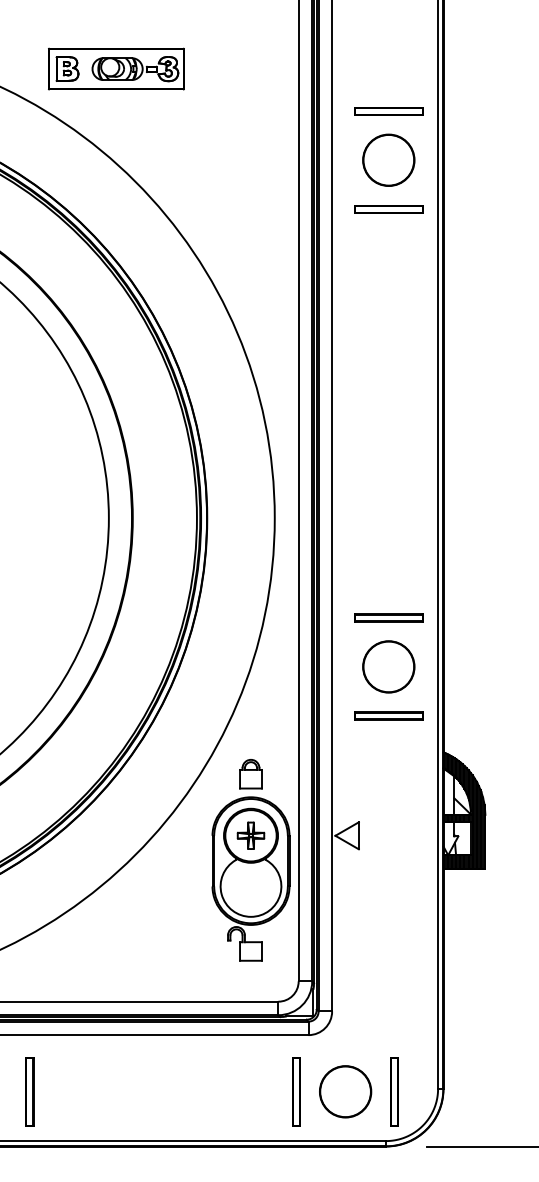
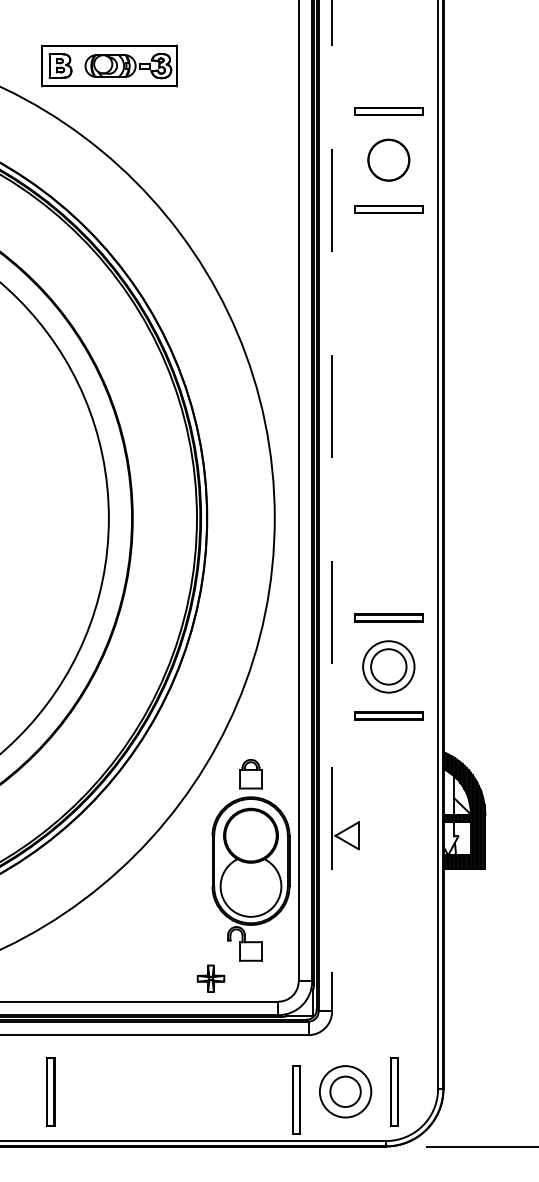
part at (116, 68) position: (116, 68) -> (109, 65)
circle at (388, 159) size: 54x54 px -> 44x44 px
line at (332, 506): solid -> dashed
circle at (388, 666) diameter: 51 px -> 35 px
part at (250, 835) position: (250, 835) -> (210, 978)
part at (29, 1091) position: (29, 1091) -> (50, 1091)
part at (296, 1091) position: (296, 1091) -> (296, 1099)
circle at (345, 1091) diameter: 51 px -> 30 px
